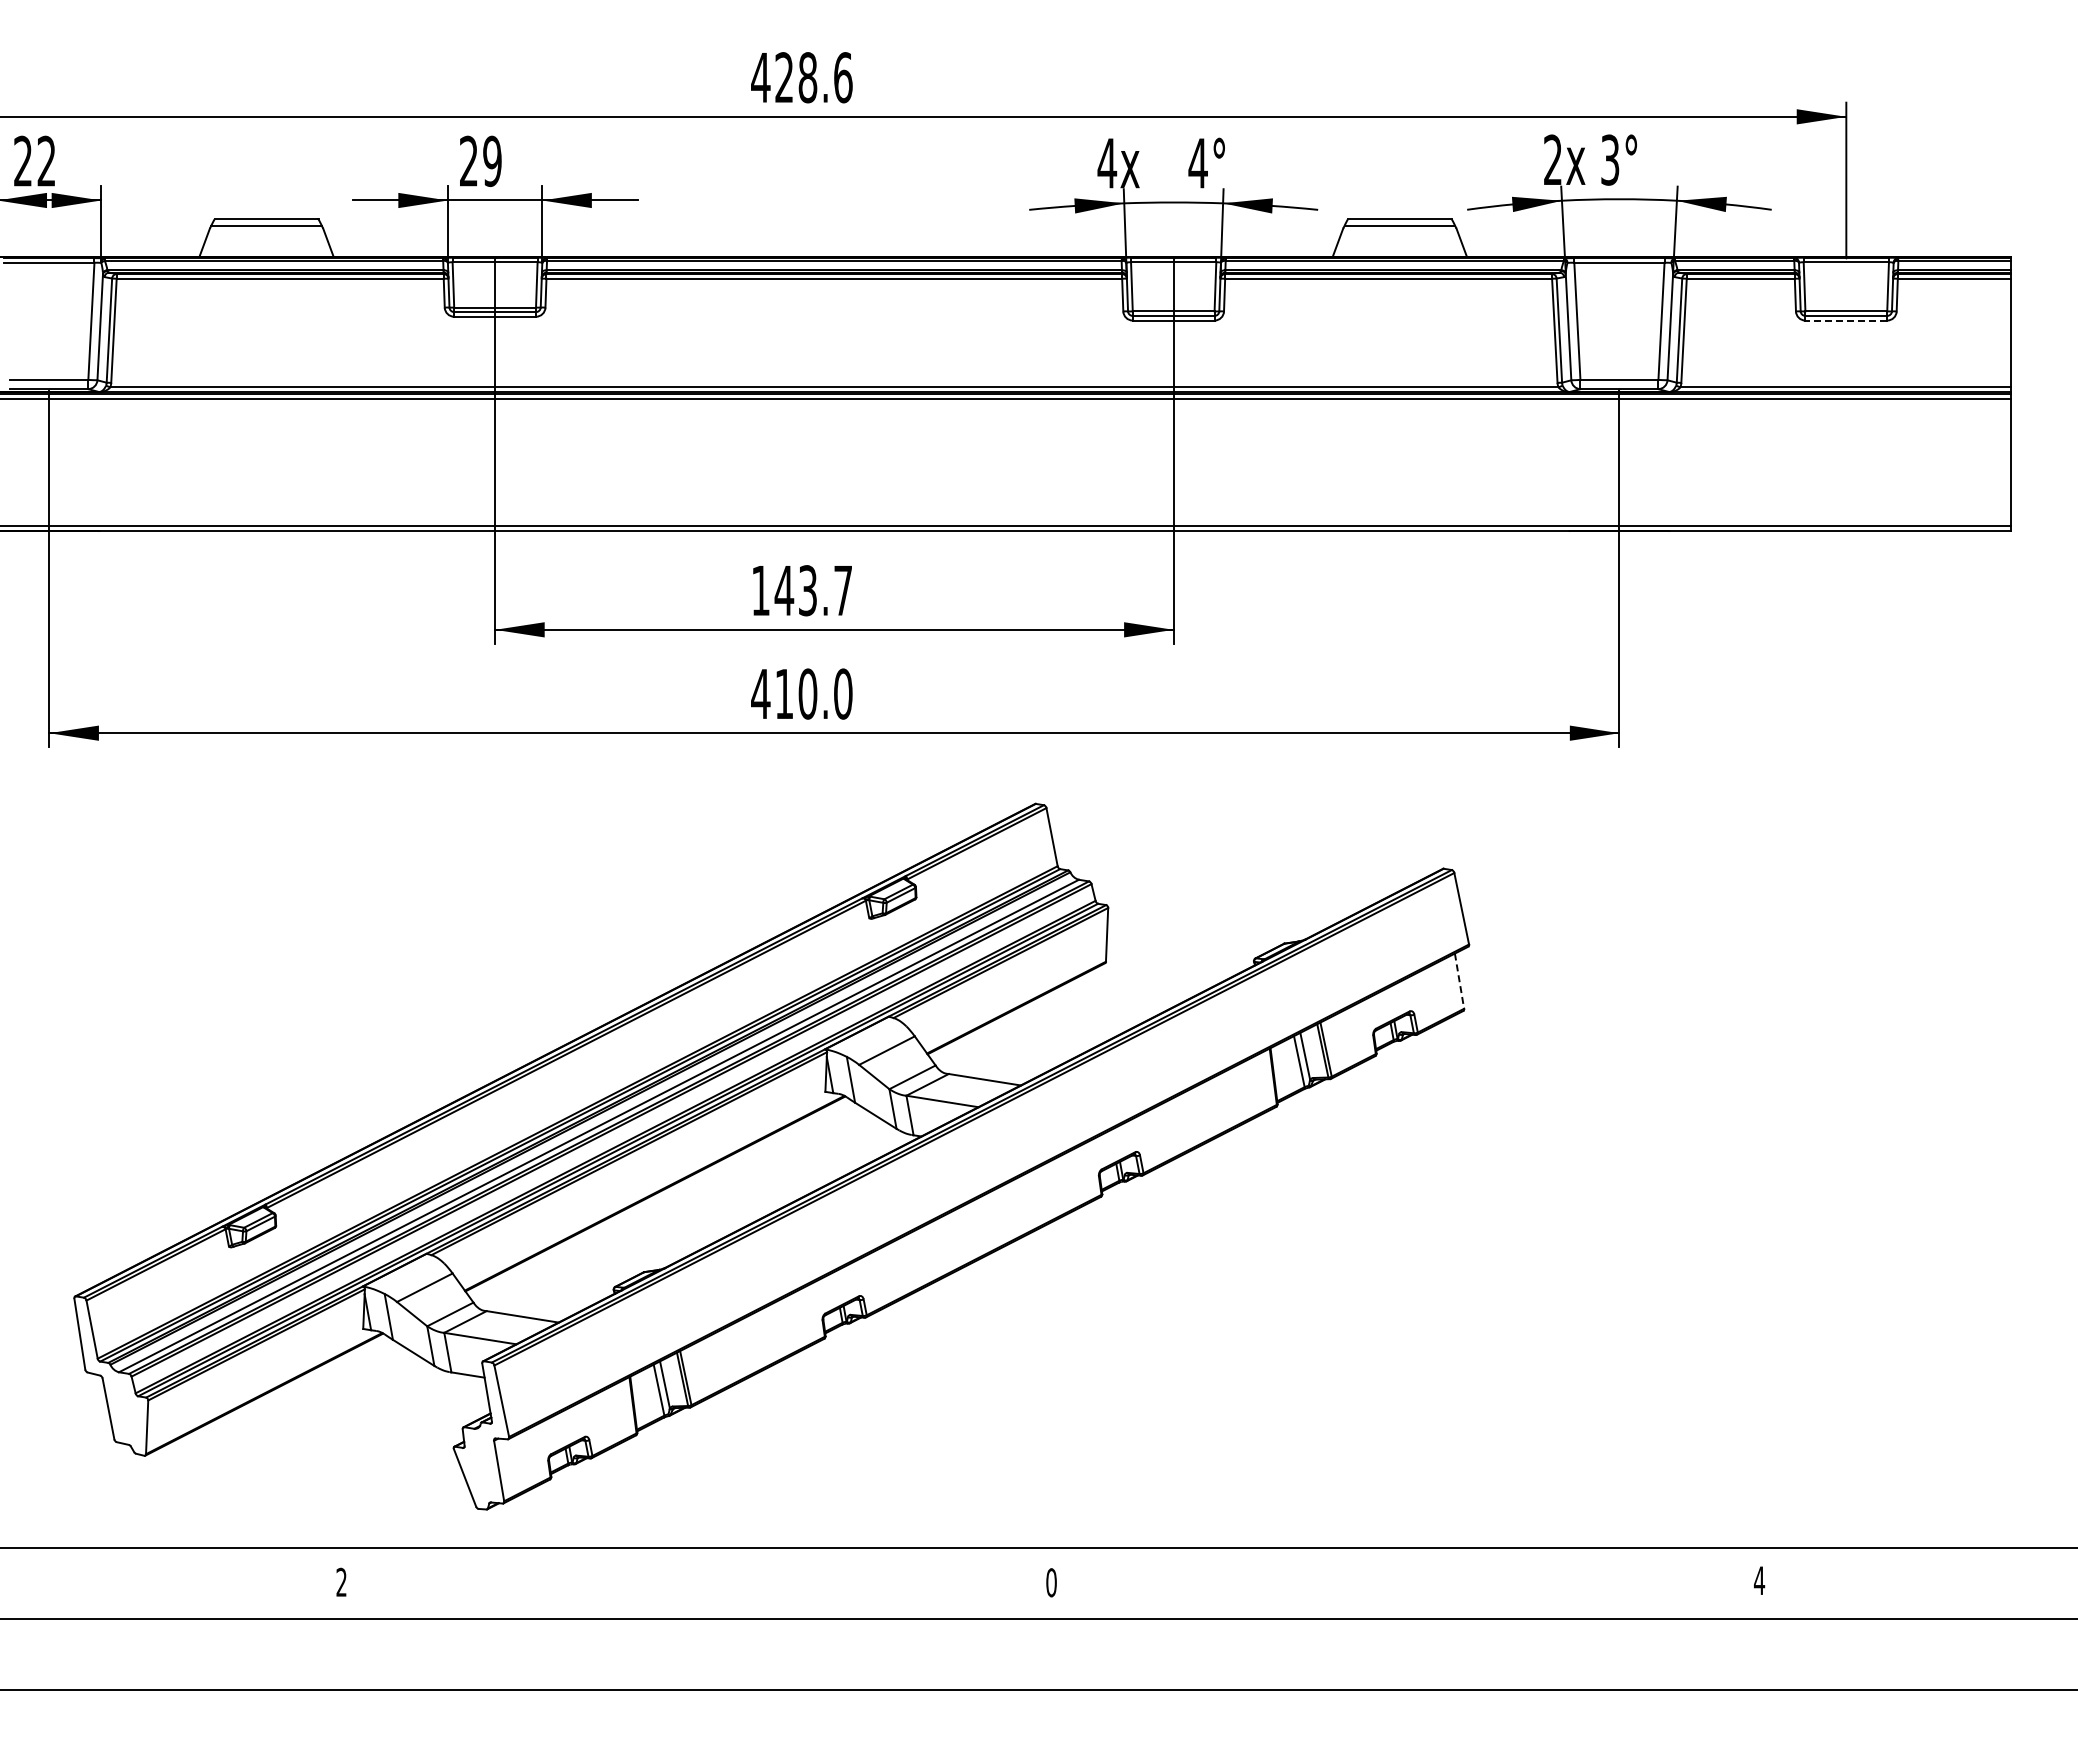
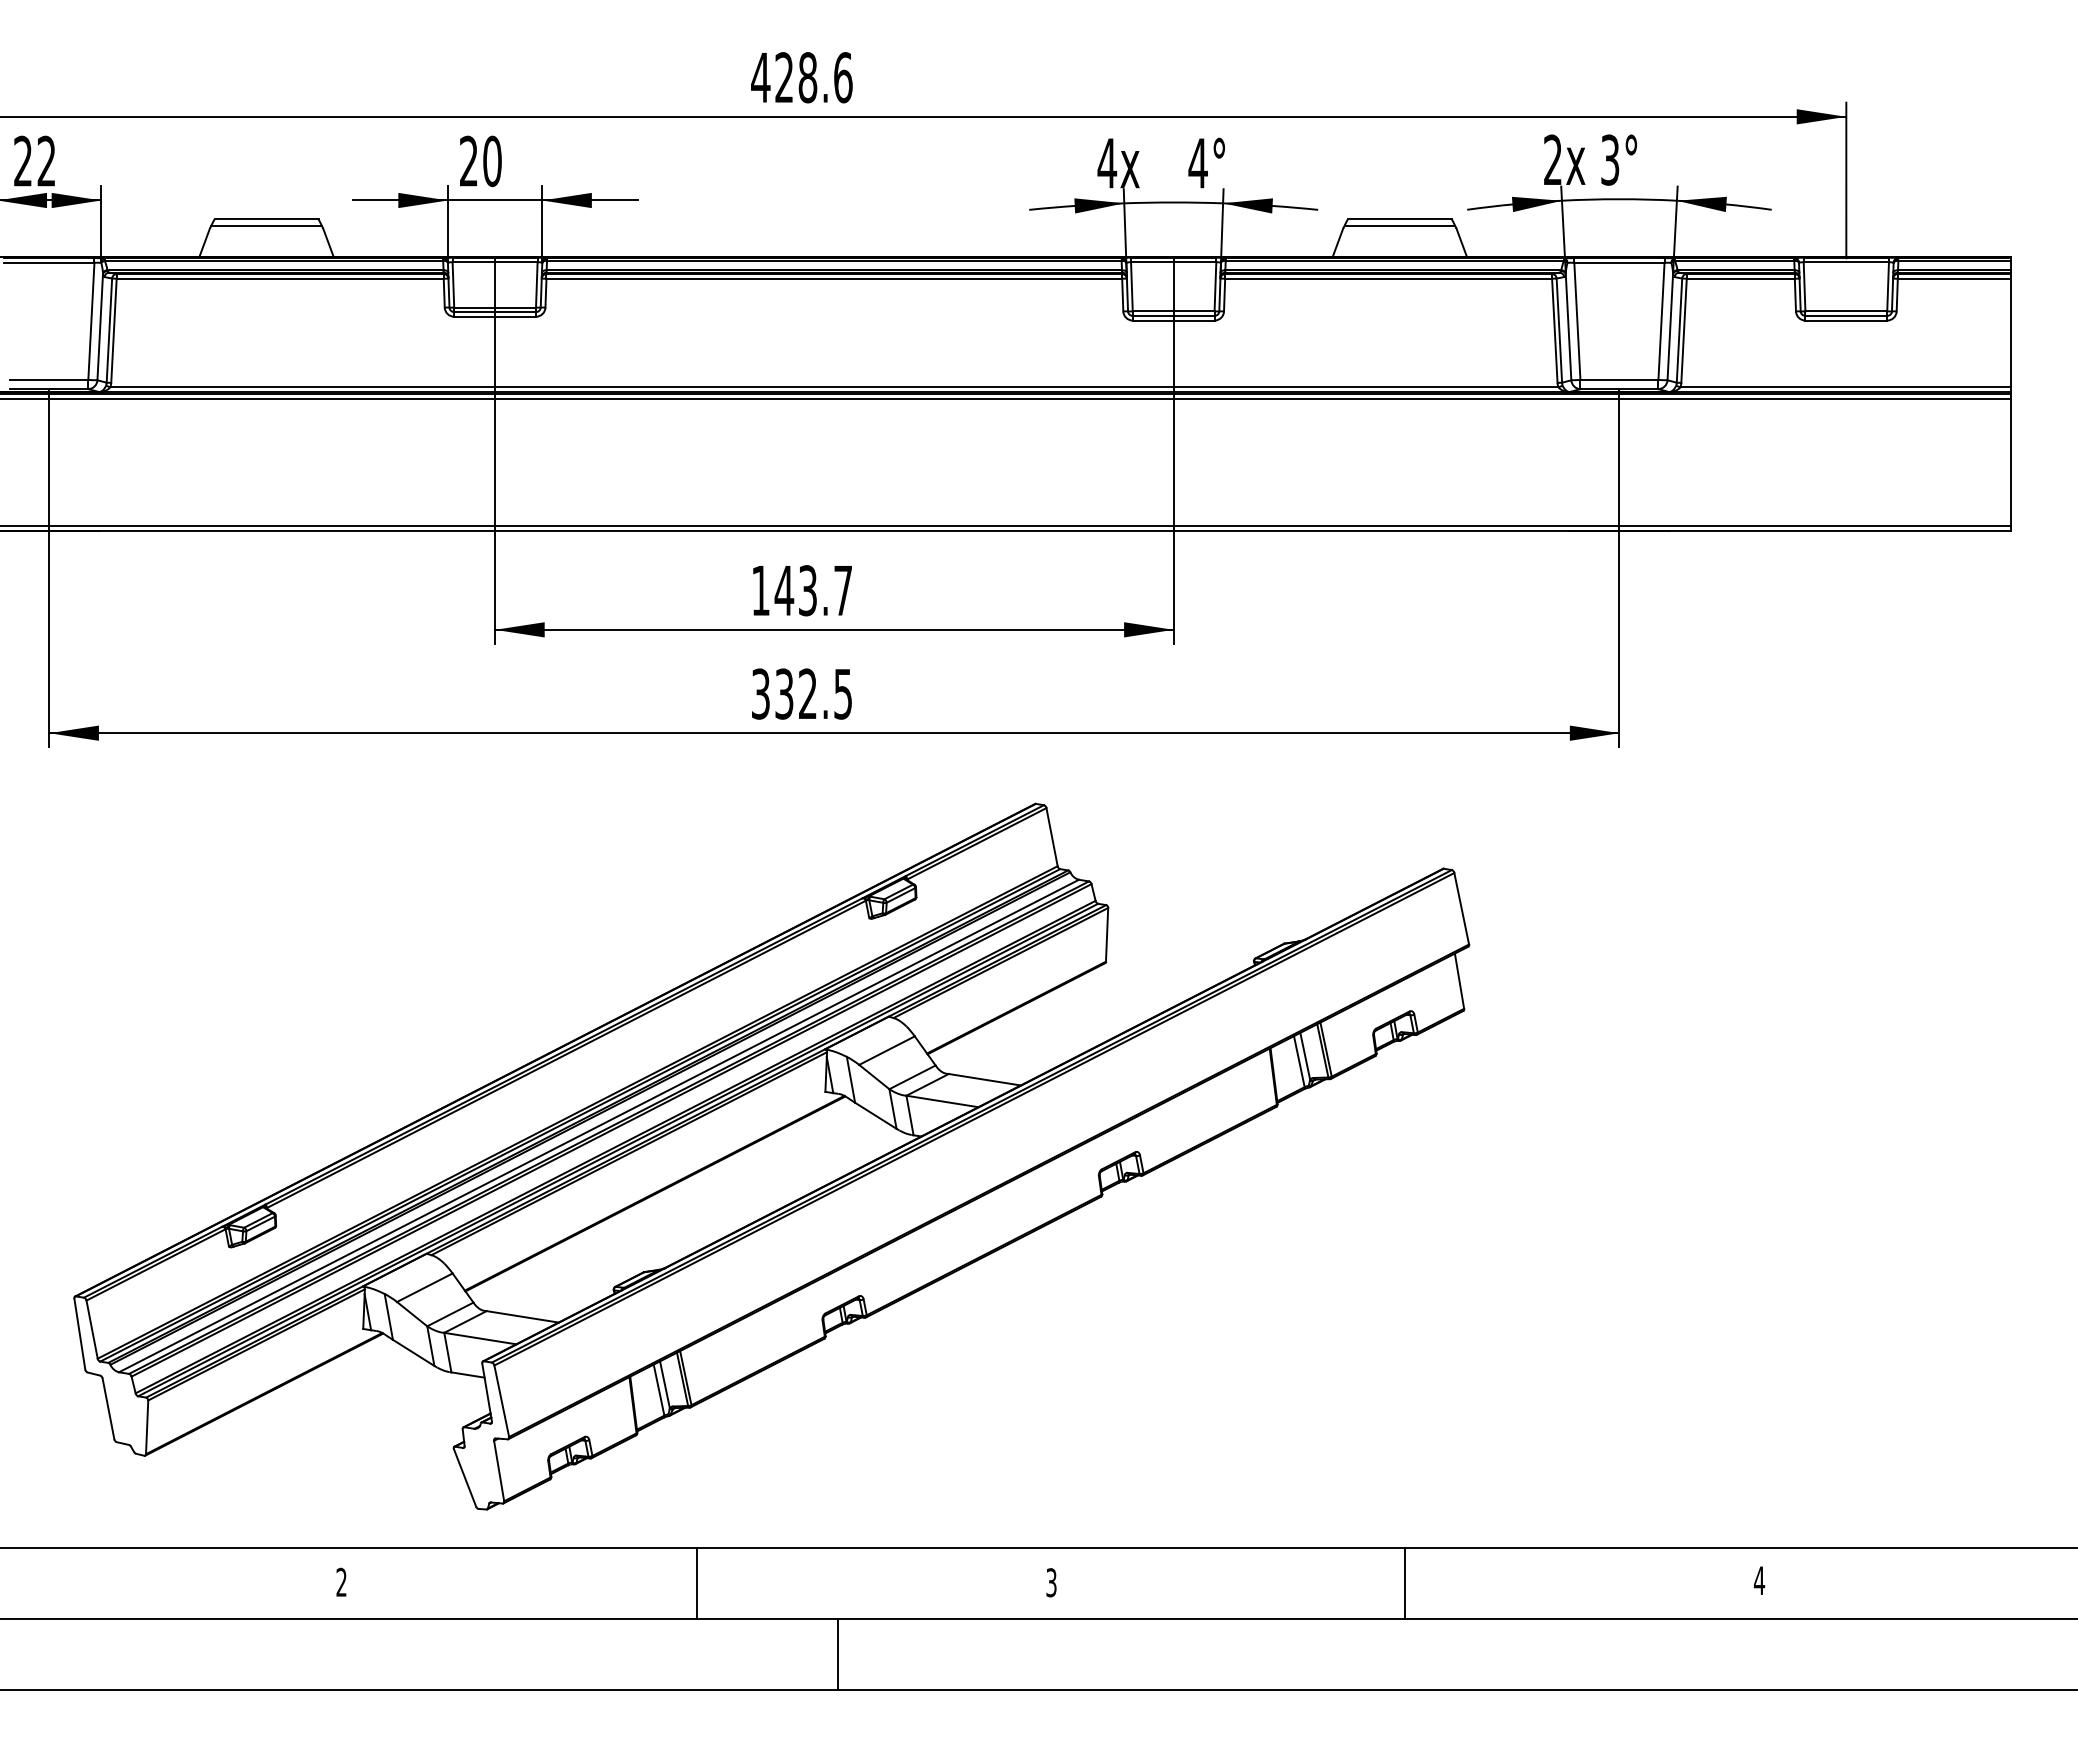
text at (492, 161): 29 -> 20
line at (1846, 320): dashed -> solid
text at (801, 693): 410.0 -> 332.5
line at (1459, 981): dashed -> solid
text at (1051, 1582): 0 -> 3
line at (696, 1583): none -> present
line at (1405, 1583): none -> present
line at (838, 1654): none -> present
